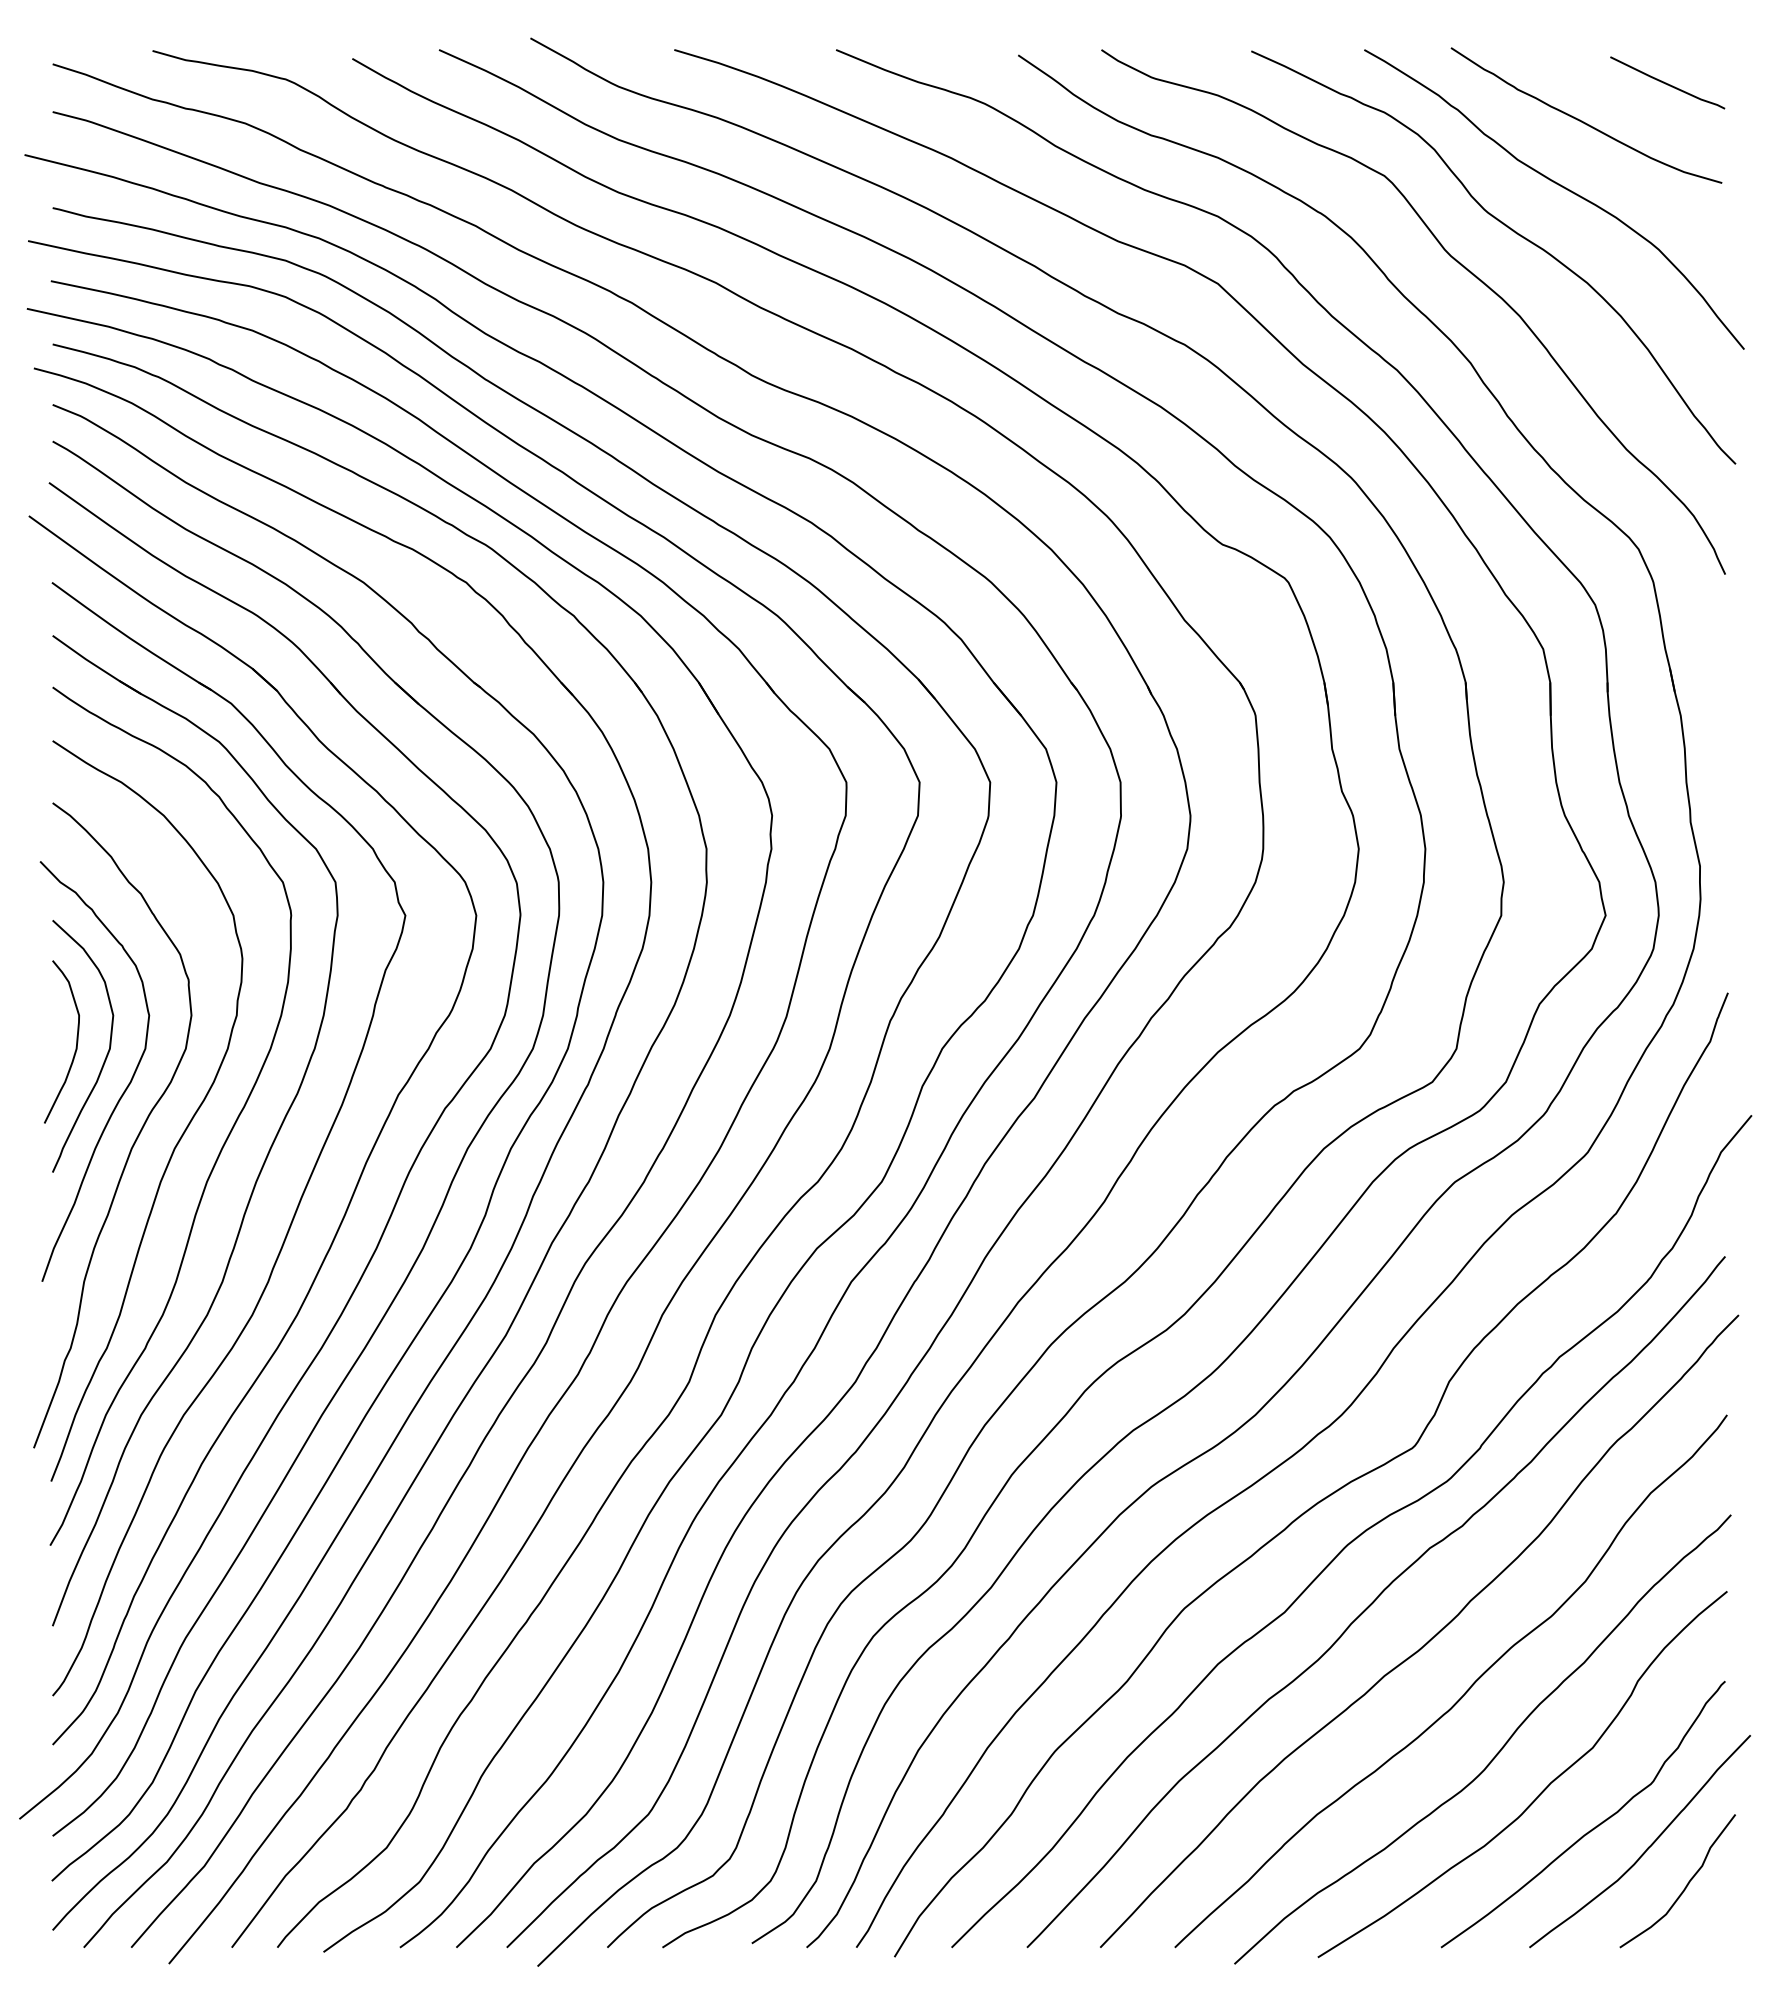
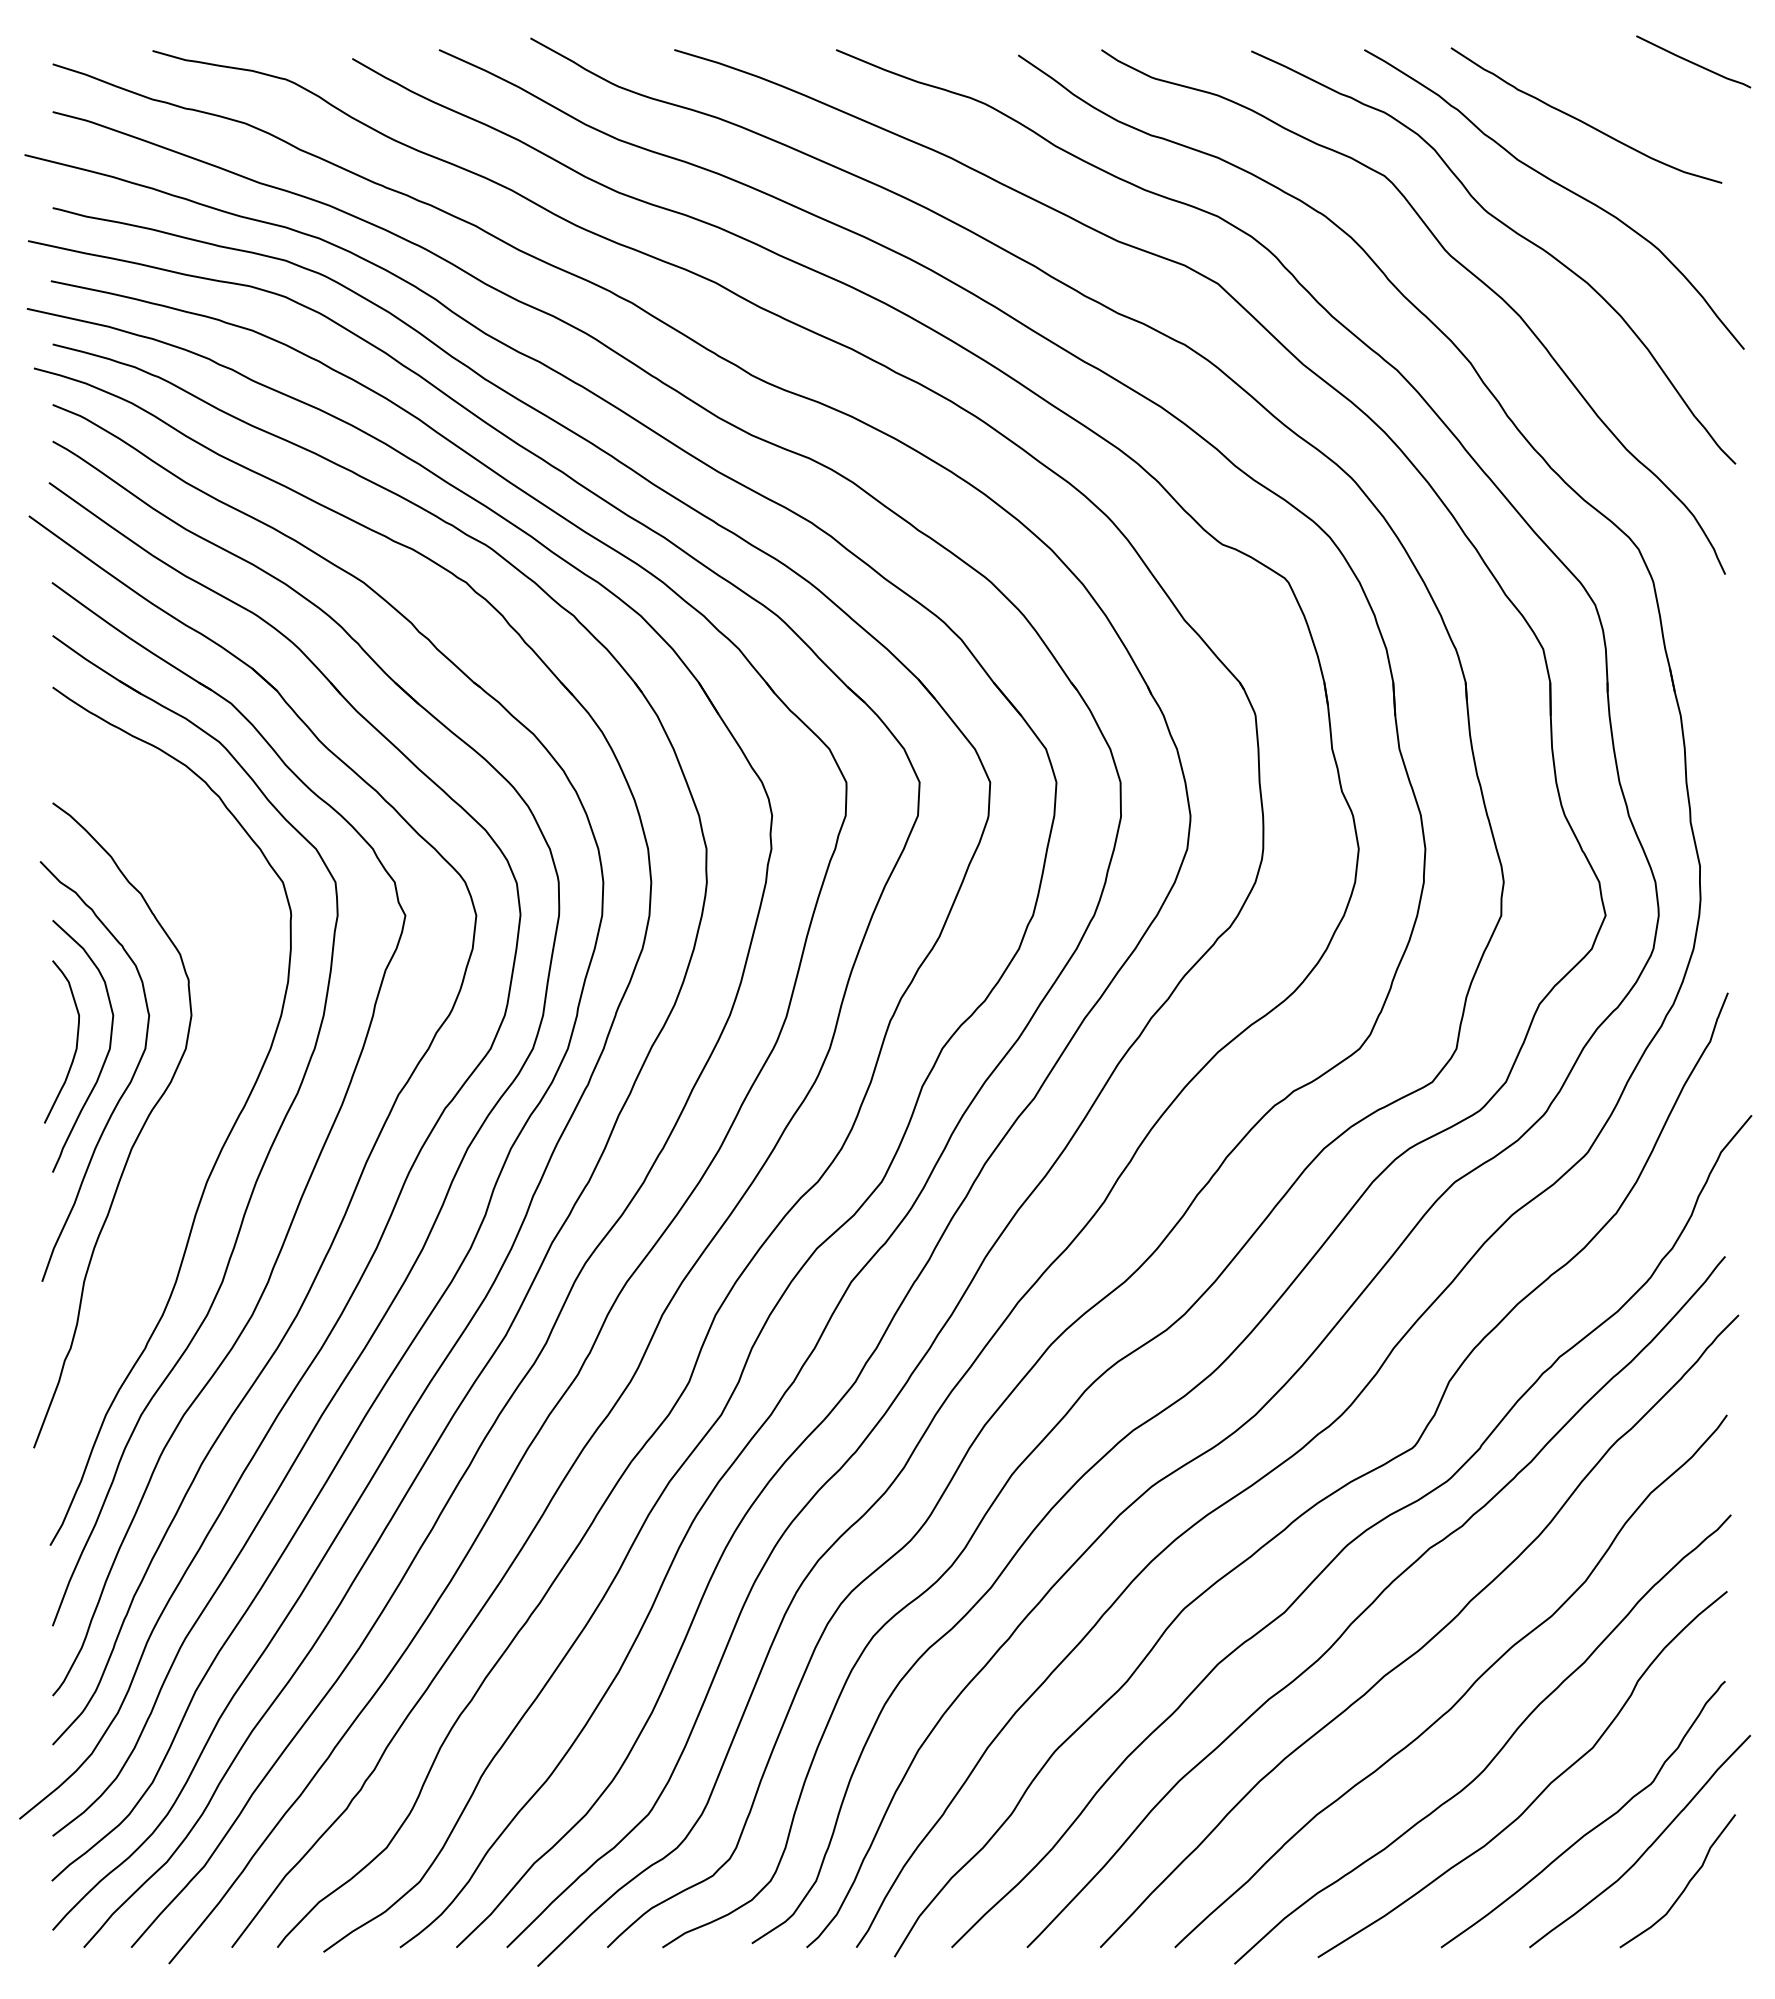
line at (1666, 82) position: (1666, 82) -> (1692, 61)
curve at (184, 1129): present -> none
